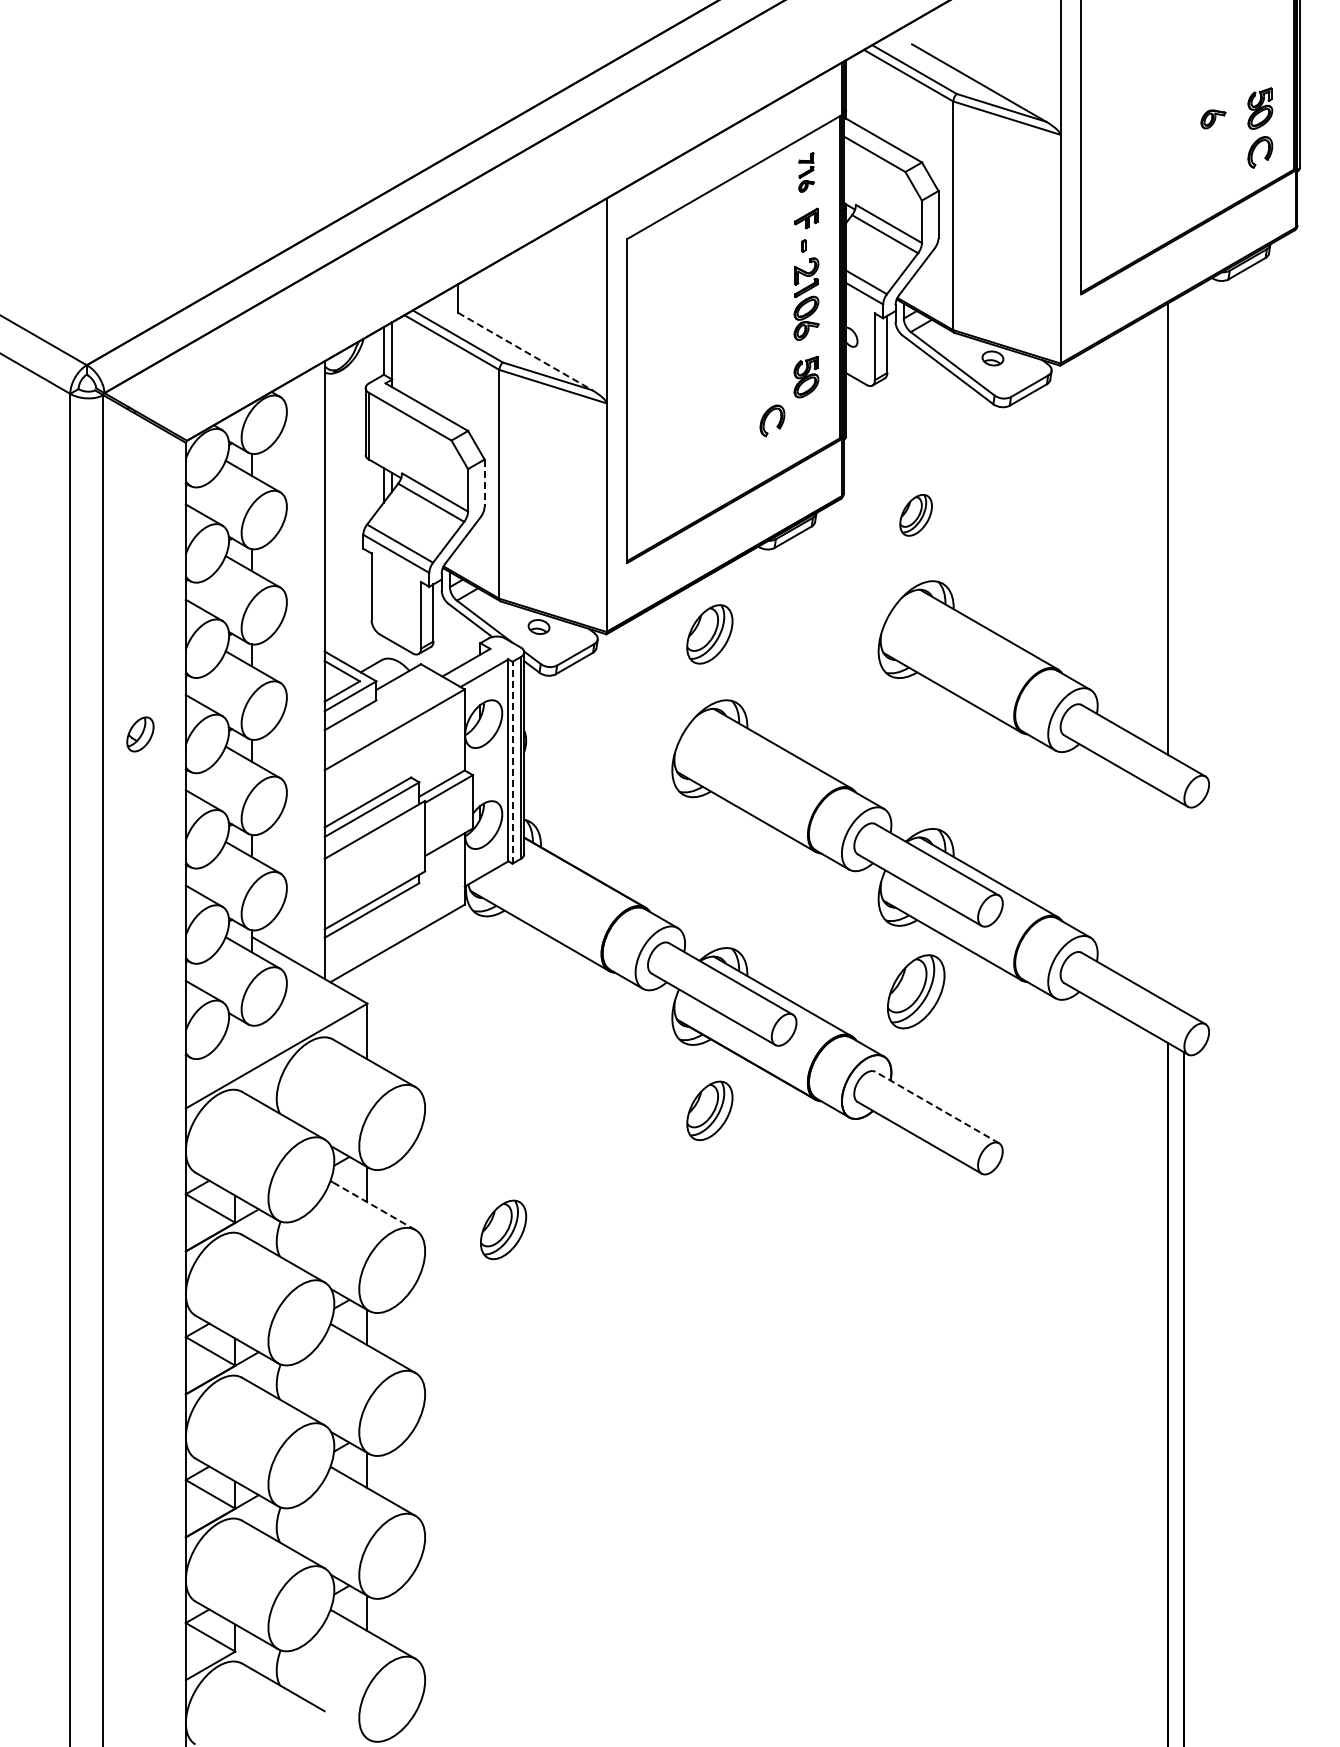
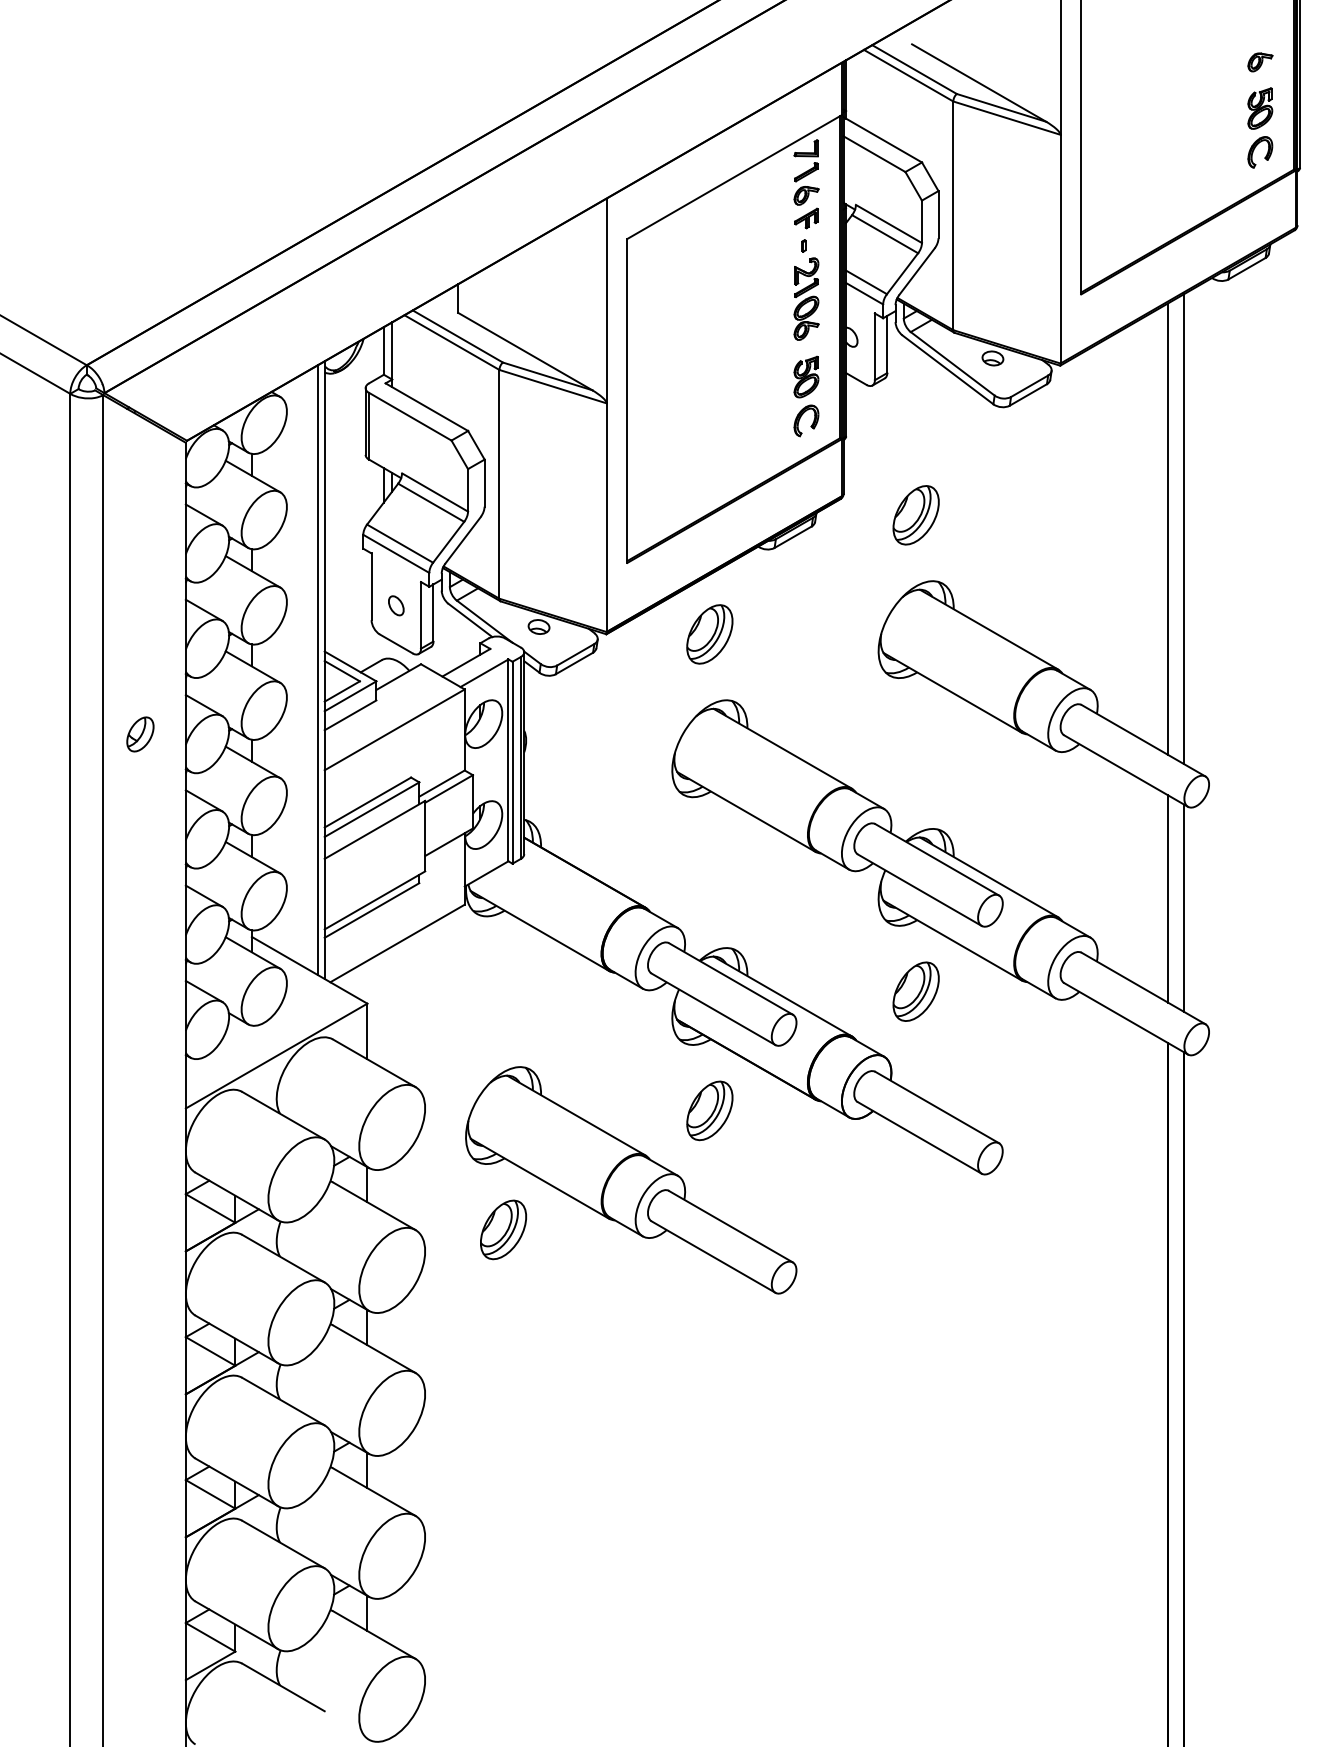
part at (1213, 119) position: (1213, 119) -> (1260, 62)
part at (806, 172) size: 17x41 px -> 27x67 px
line at (525, 351): dashed -> solid
part at (772, 420) position: (772, 420) -> (806, 420)
line at (484, 483): dashed -> solid
part at (915, 515) size: 34x43 px -> 48x61 px
line at (1184, 529): none -> present
part at (396, 605): none -> present
line at (317, 670): none -> present
line at (512, 762): dashed -> solid
line at (1167, 898): none -> present
line at (1184, 908): none -> present
part at (916, 991) size: 59x76 px -> 48x61 px
line at (936, 1107): dashed -> solid
part at (631, 1180): none -> present
line at (374, 1206): dashed -> solid
